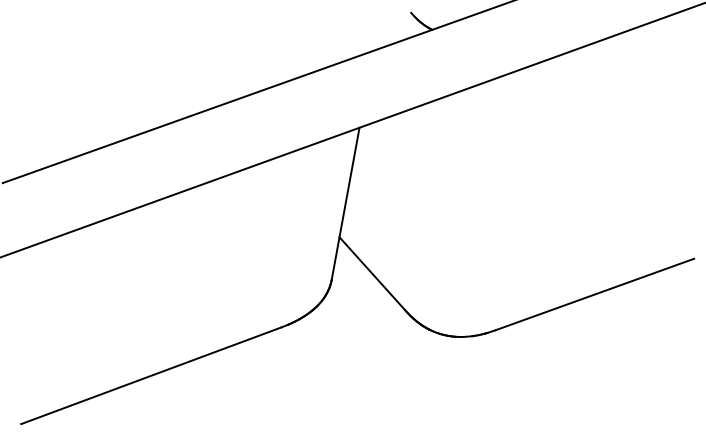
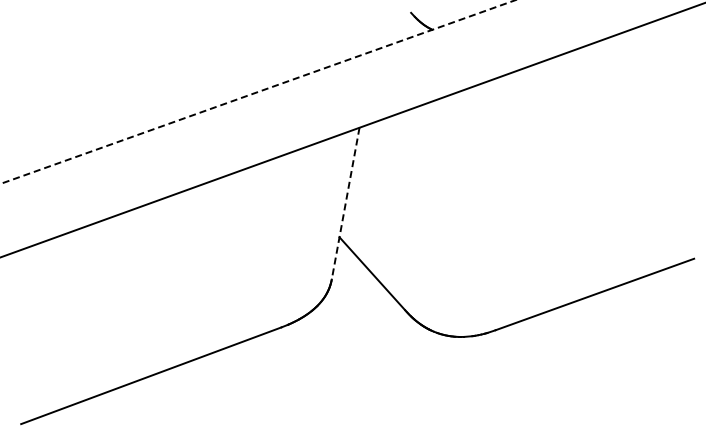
line at (259, 91): solid -> dashed
line at (345, 204): solid -> dashed
